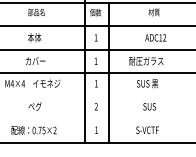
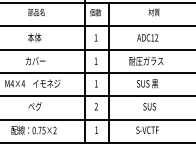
text at (155, 37) position: (155, 37) -> (147, 37)
line at (97, 96): none -> present
line at (97, 119): none -> present
